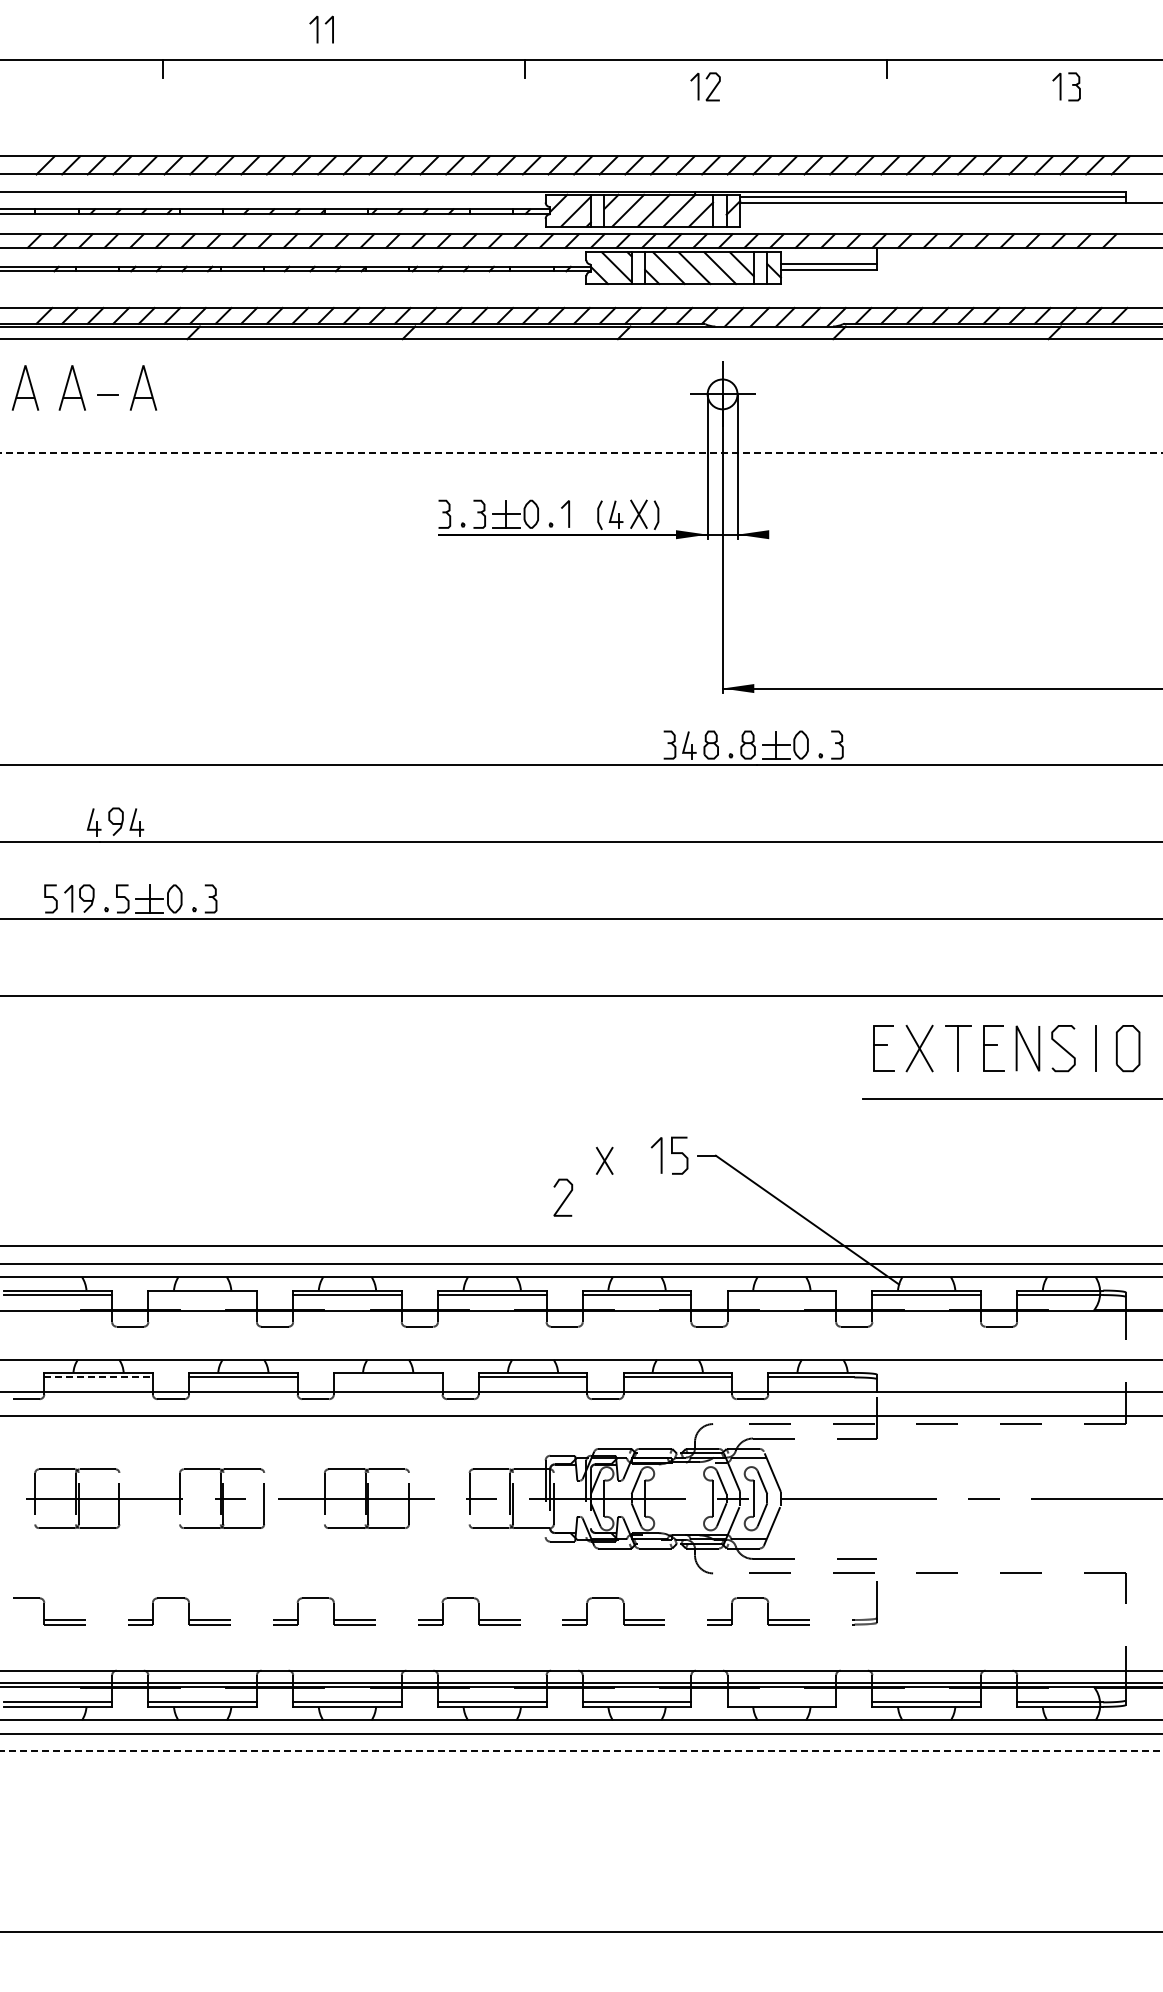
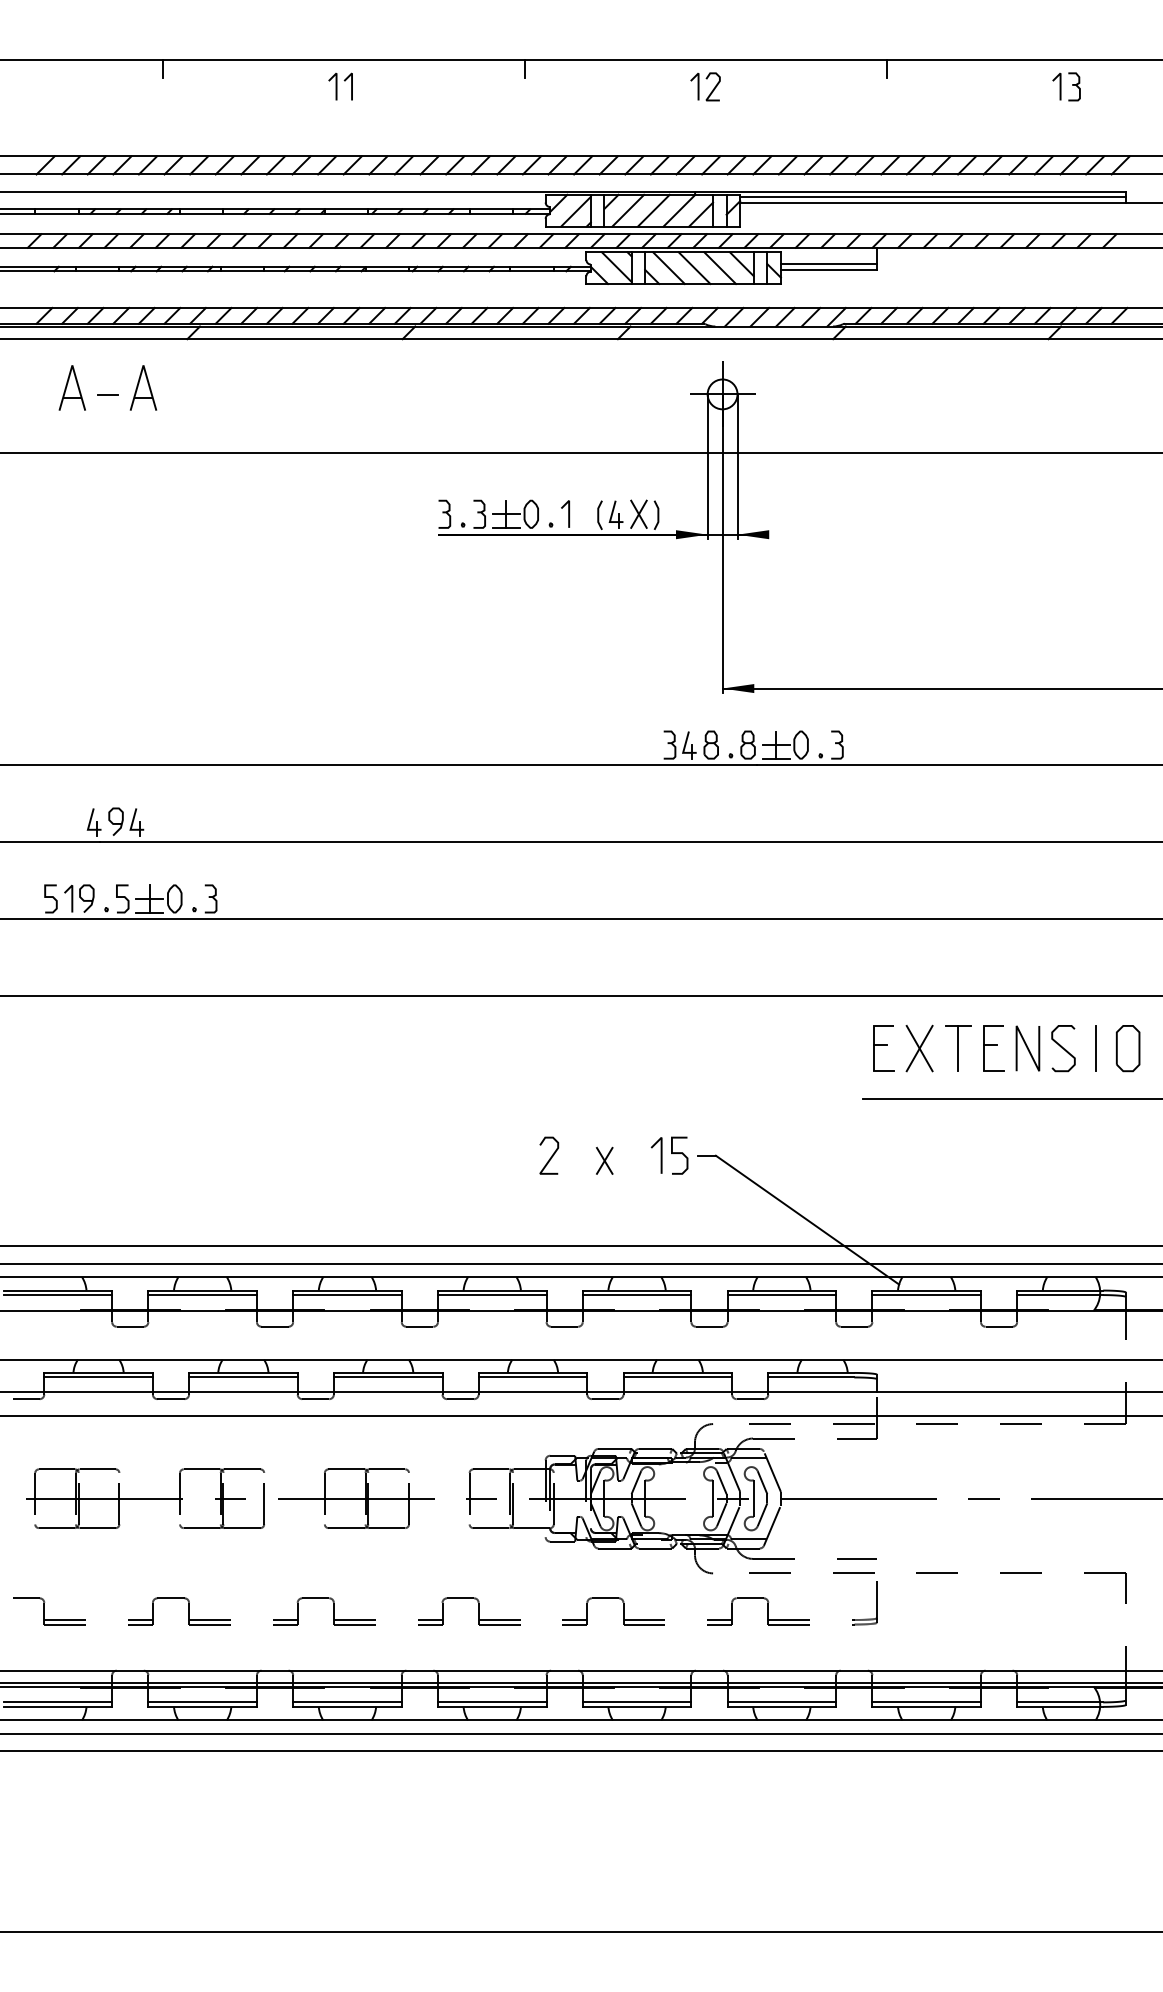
part at (321, 29) position: (321, 29) -> (340, 86)
part at (25, 387): present -> none
line at (581, 453): dashed -> solid
curve at (565, 1197) position: (565, 1197) -> (551, 1155)
line at (202, 1295): none -> present
line at (781, 1295): none -> present
line at (99, 1377): dashed -> solid
line at (387, 1377): none -> present
line at (781, 1702): none -> present
line at (581, 1751): dashed -> solid
